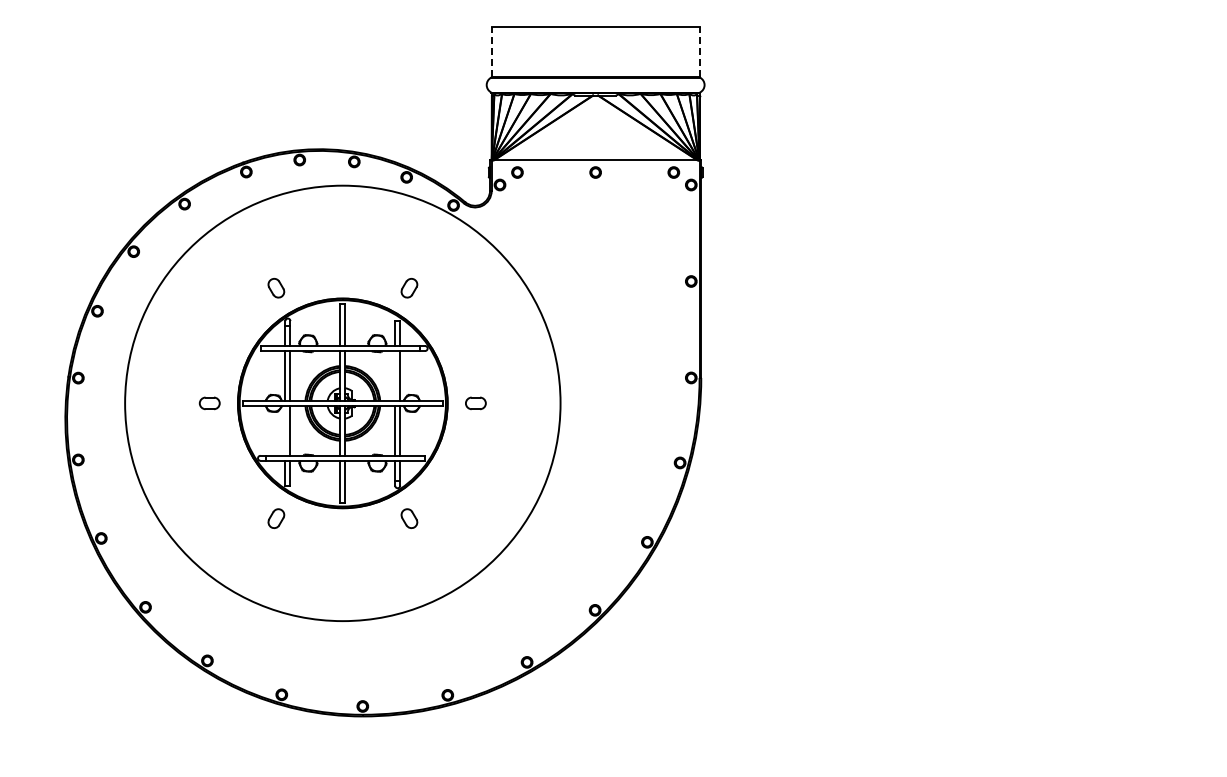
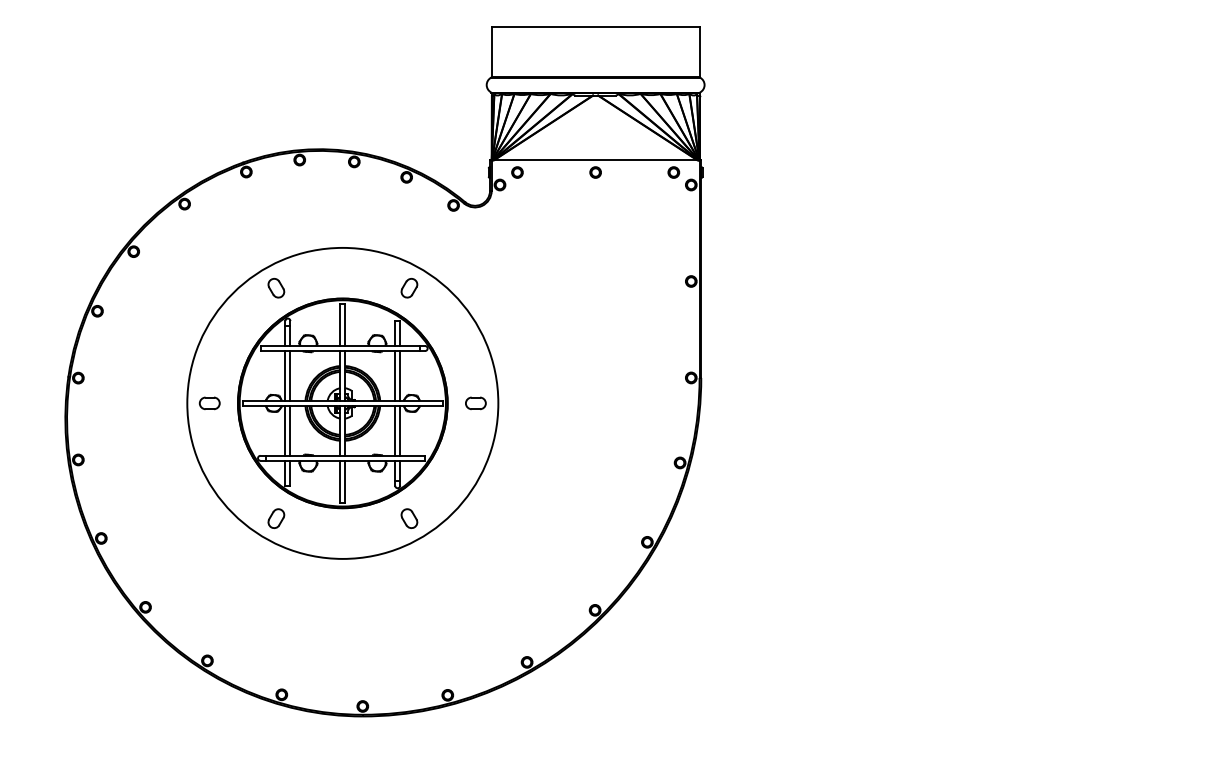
line at (491, 51): dashed -> solid
line at (699, 51): dashed -> solid
line at (395, 375): none -> present
circle at (342, 403) diameter: 435 px -> 311 px
line at (285, 430): none -> present
